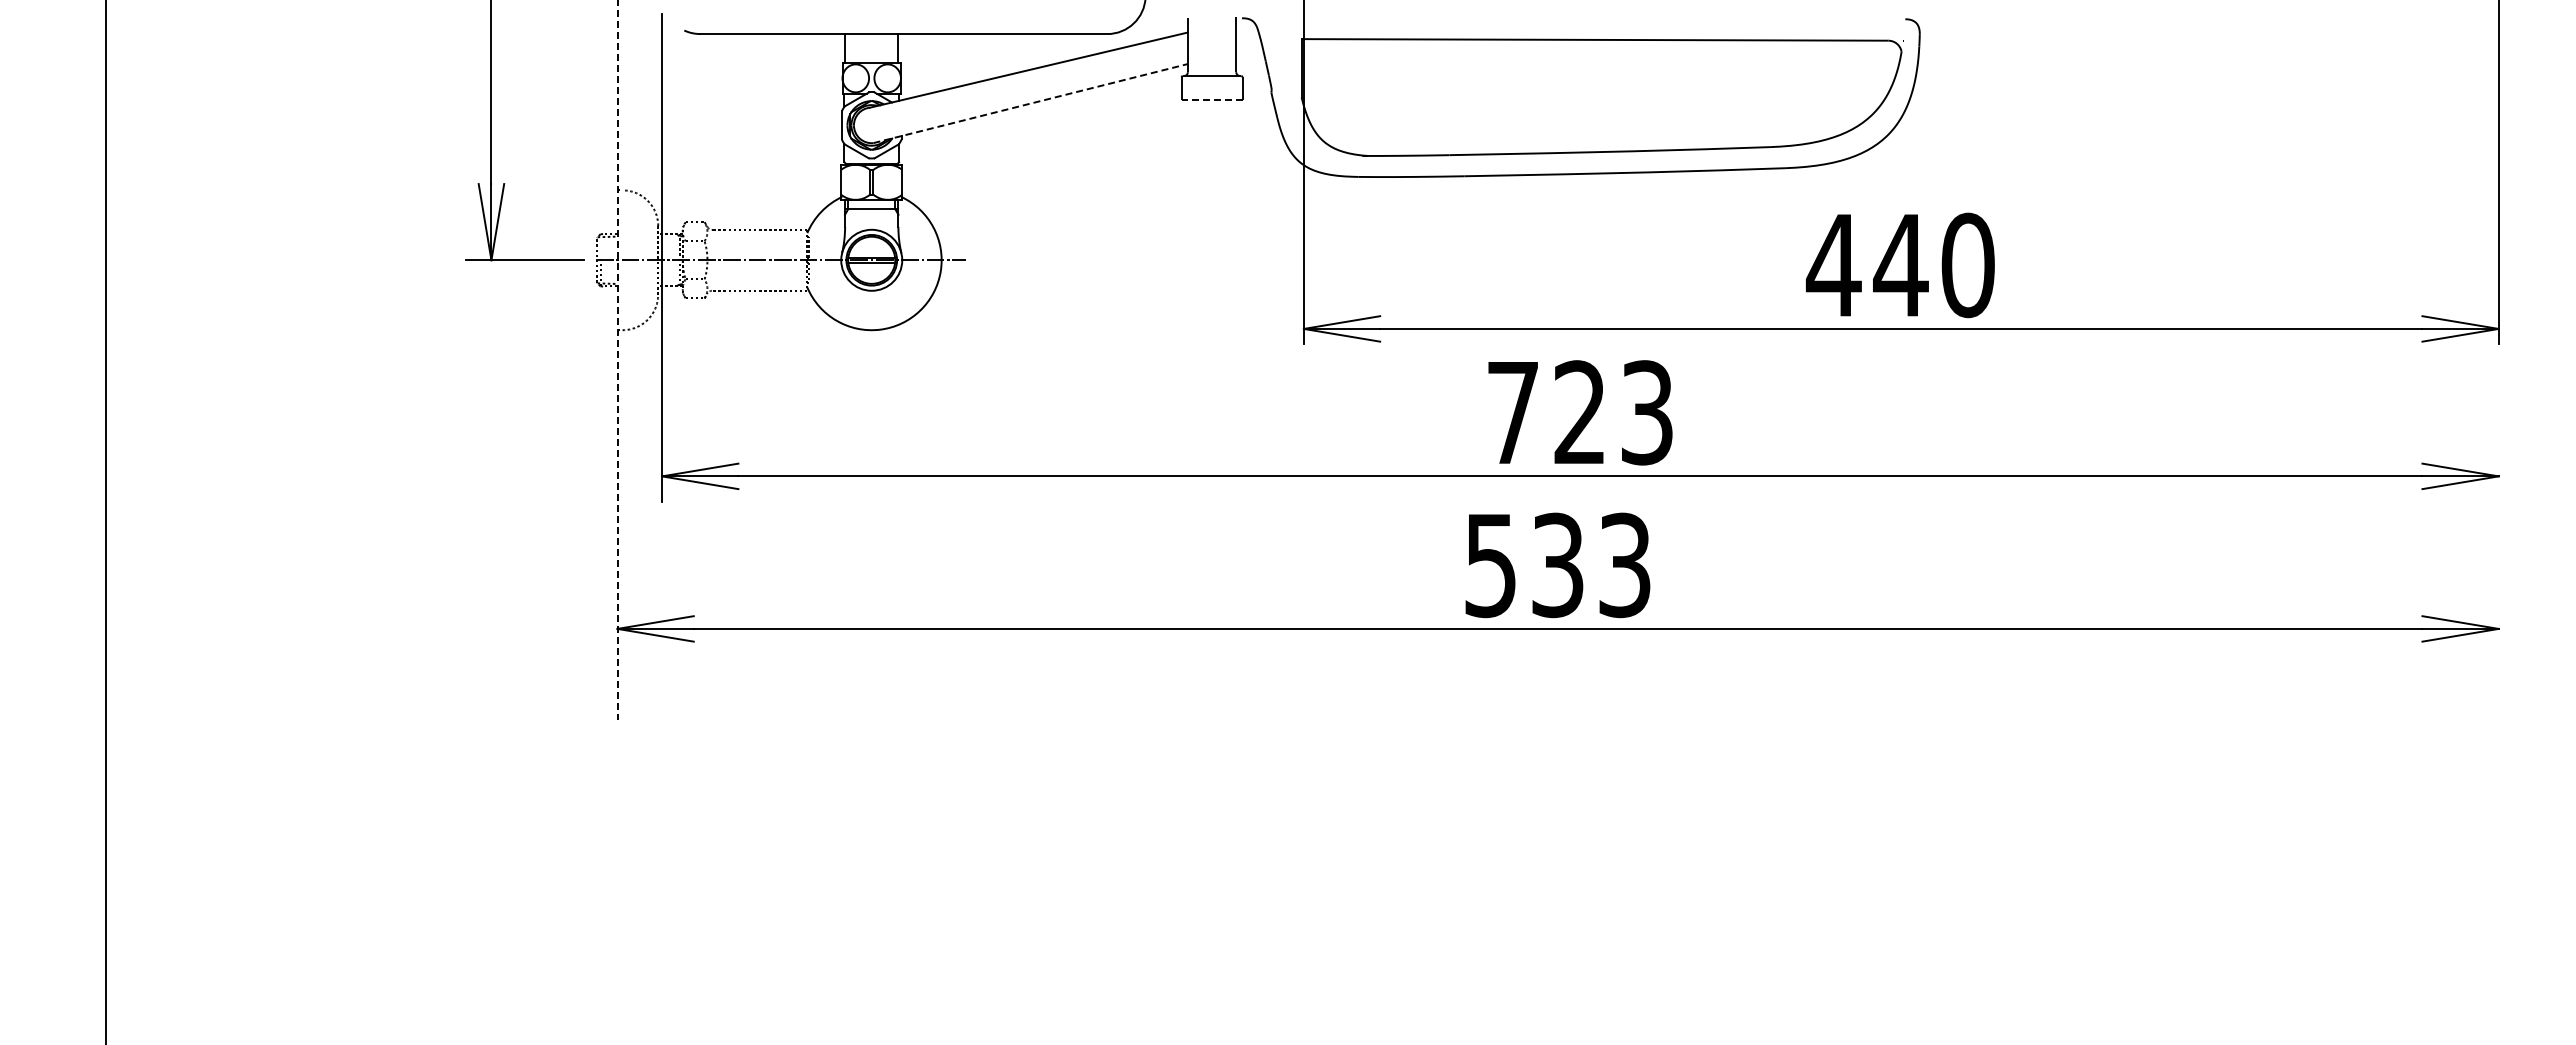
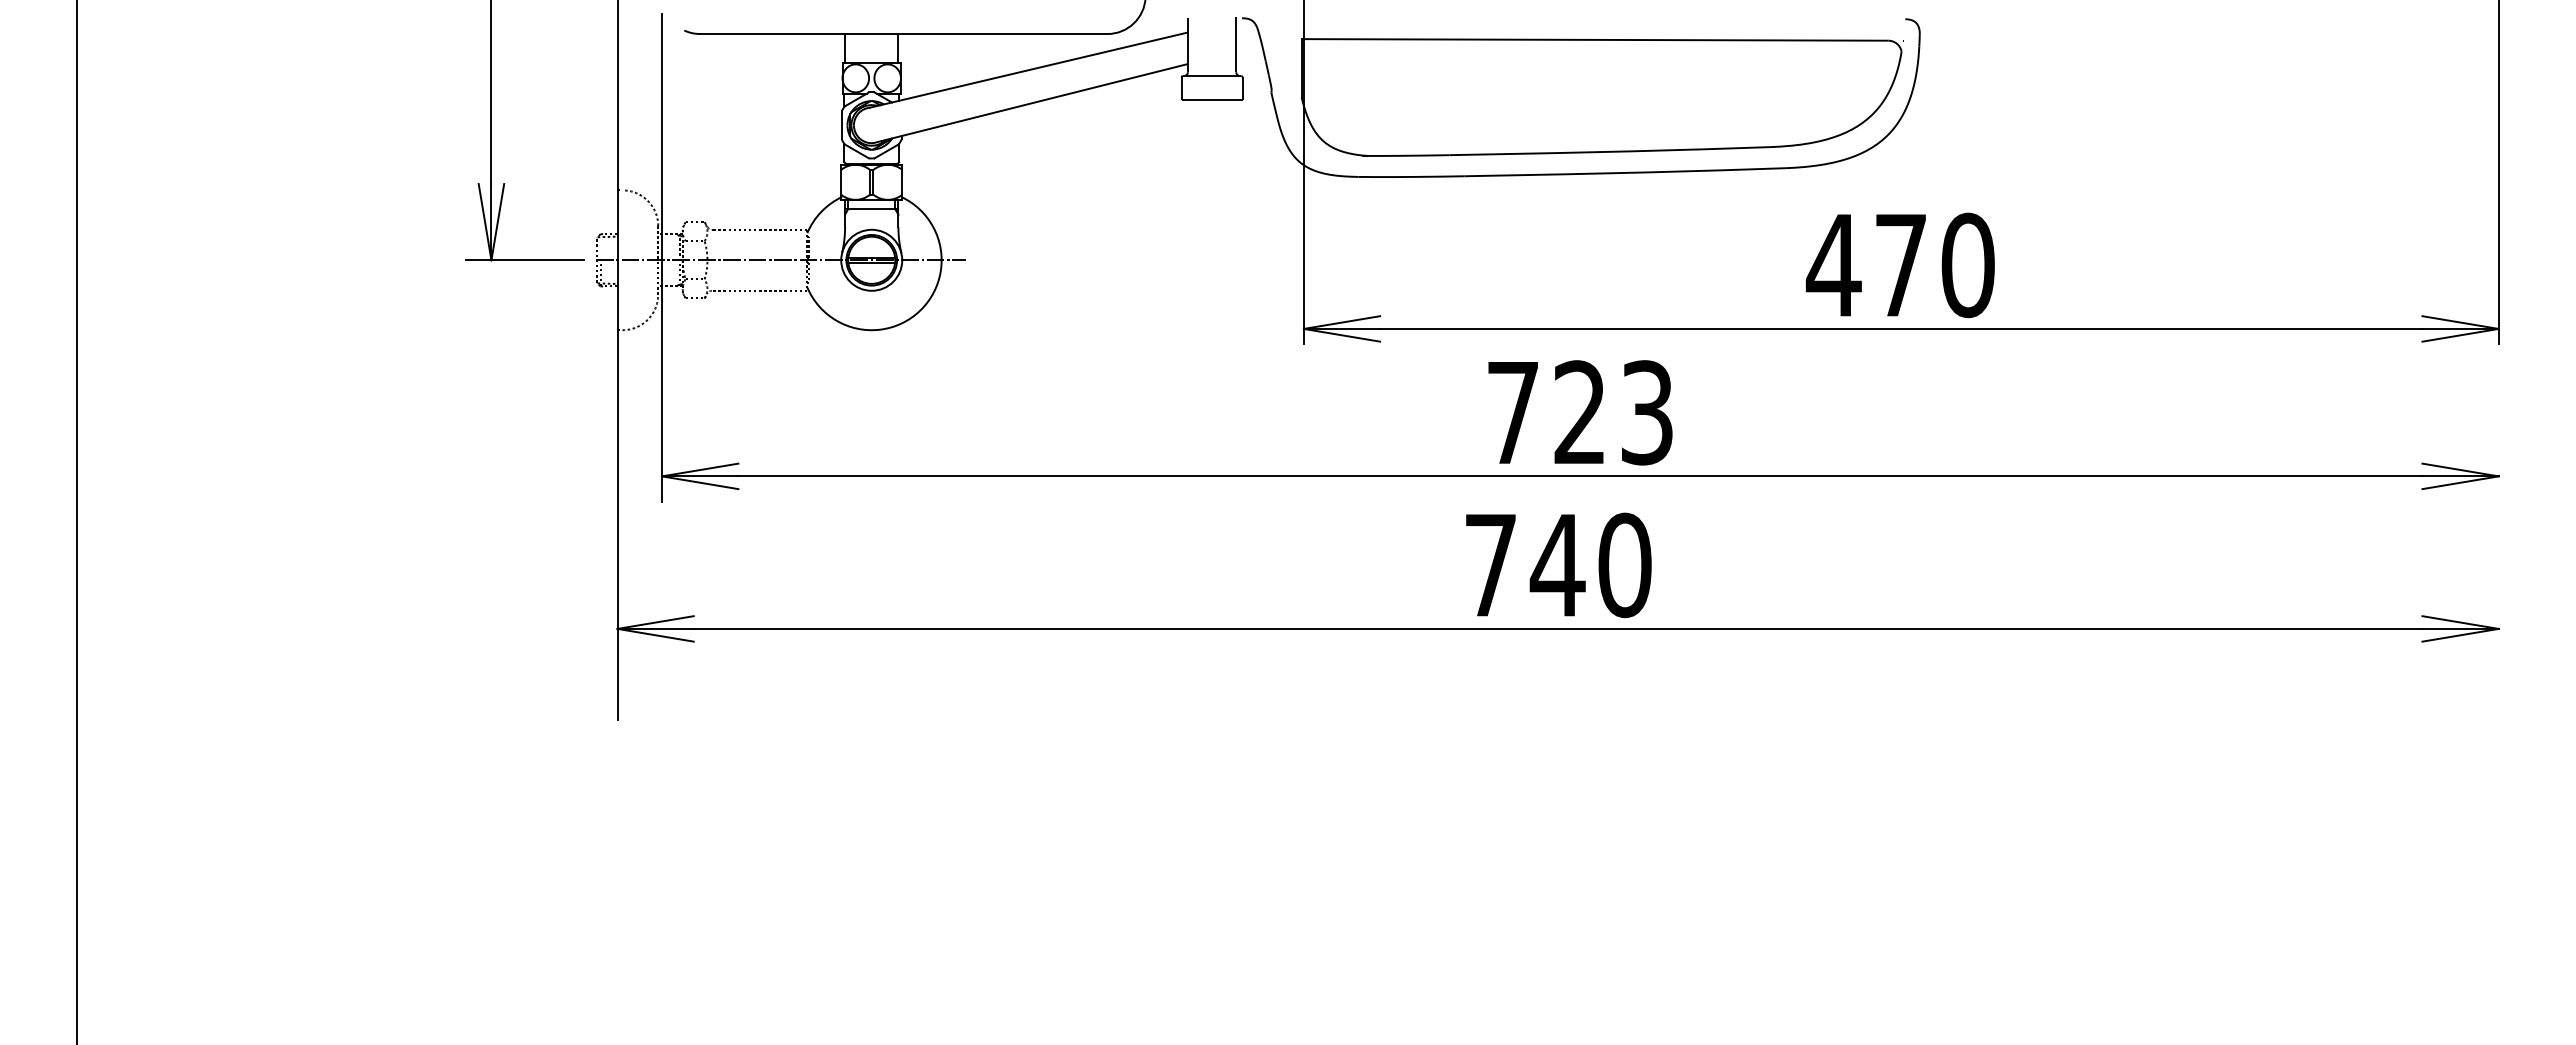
line at (1212, 100): dashed -> solid
line at (1031, 103): dashed -> solid
text at (1900, 265): 440 -> 470
line at (617, 360): dashed -> solid
line at (106, 521) position: (106, 521) -> (77, 521)
text at (1558, 565): 533 -> 740
